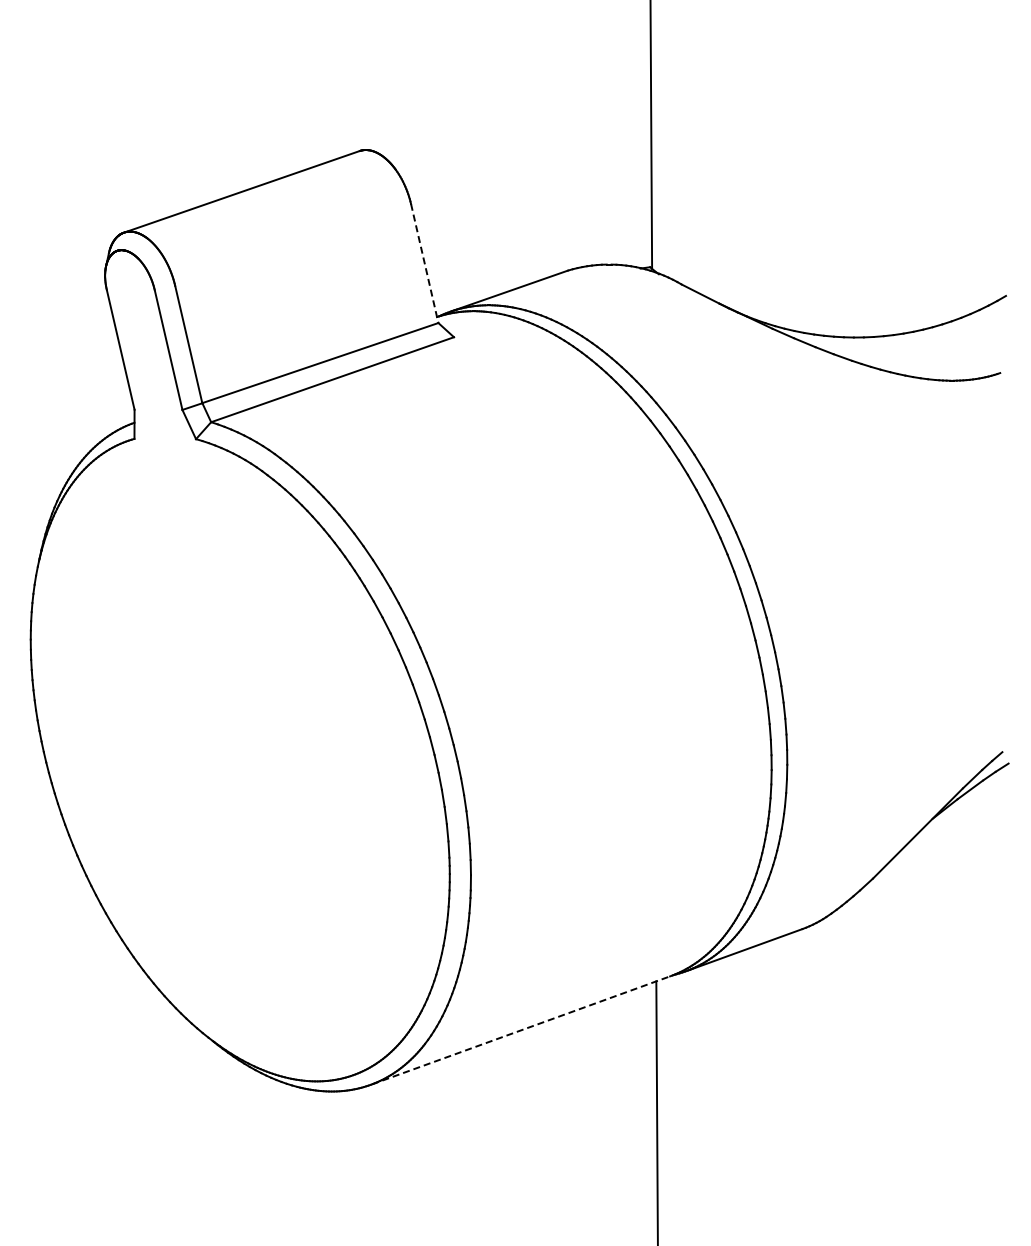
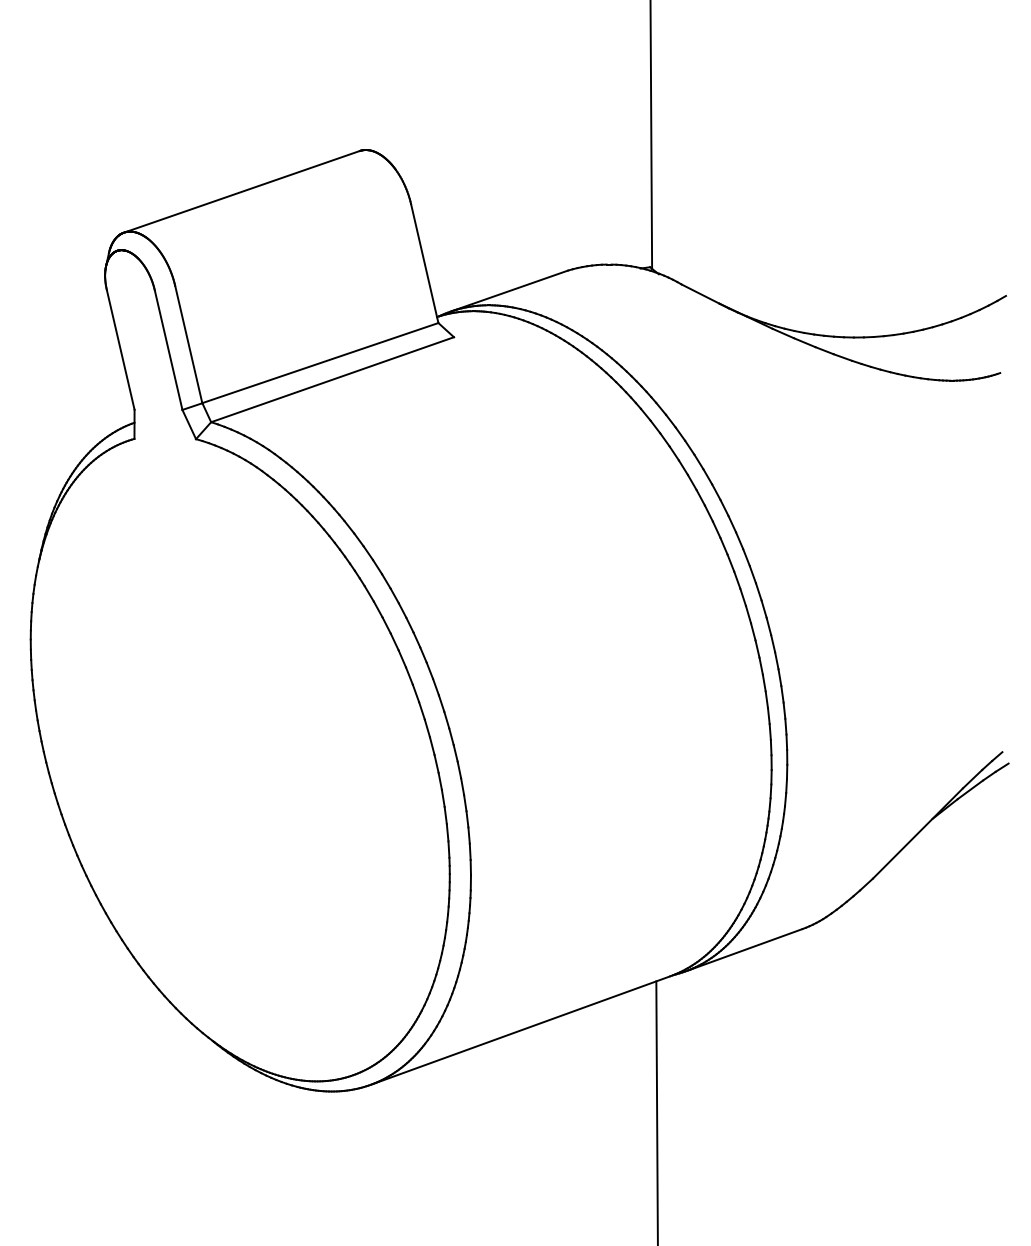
line at (424, 263): dashed -> solid
line at (521, 1030): dashed -> solid
